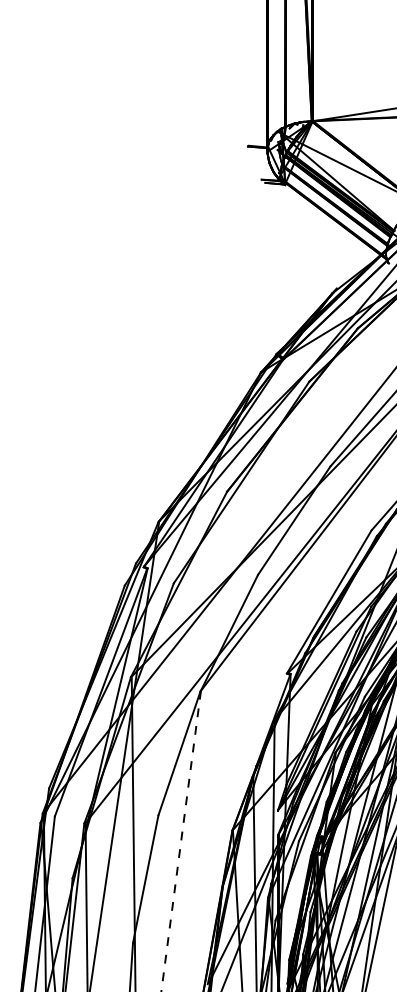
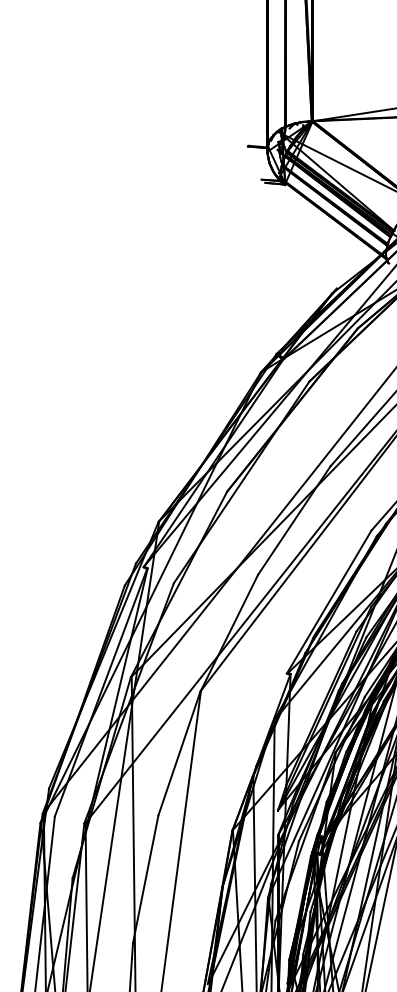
line at (181, 841): dashed -> solid
